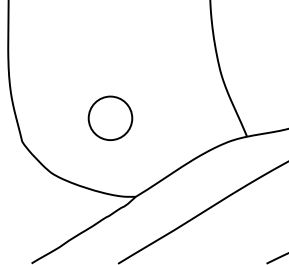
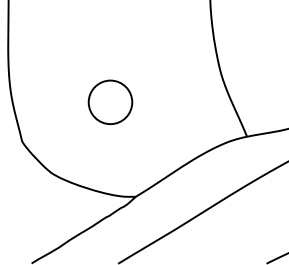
circle at (110, 117) position: (110, 117) -> (110, 101)
